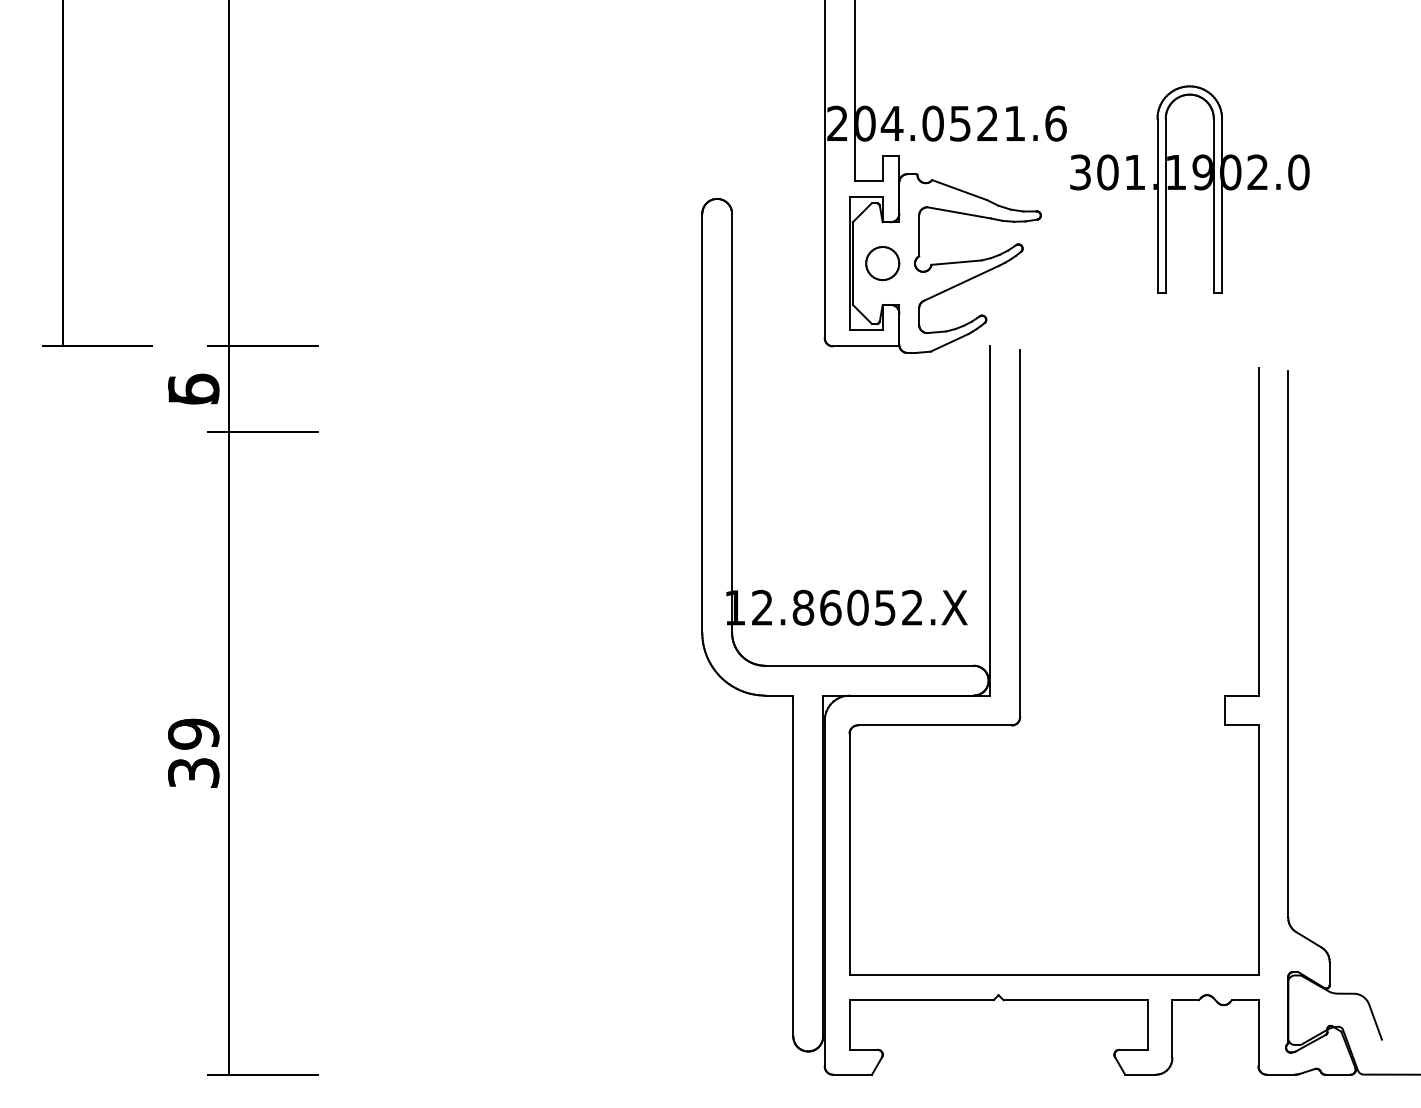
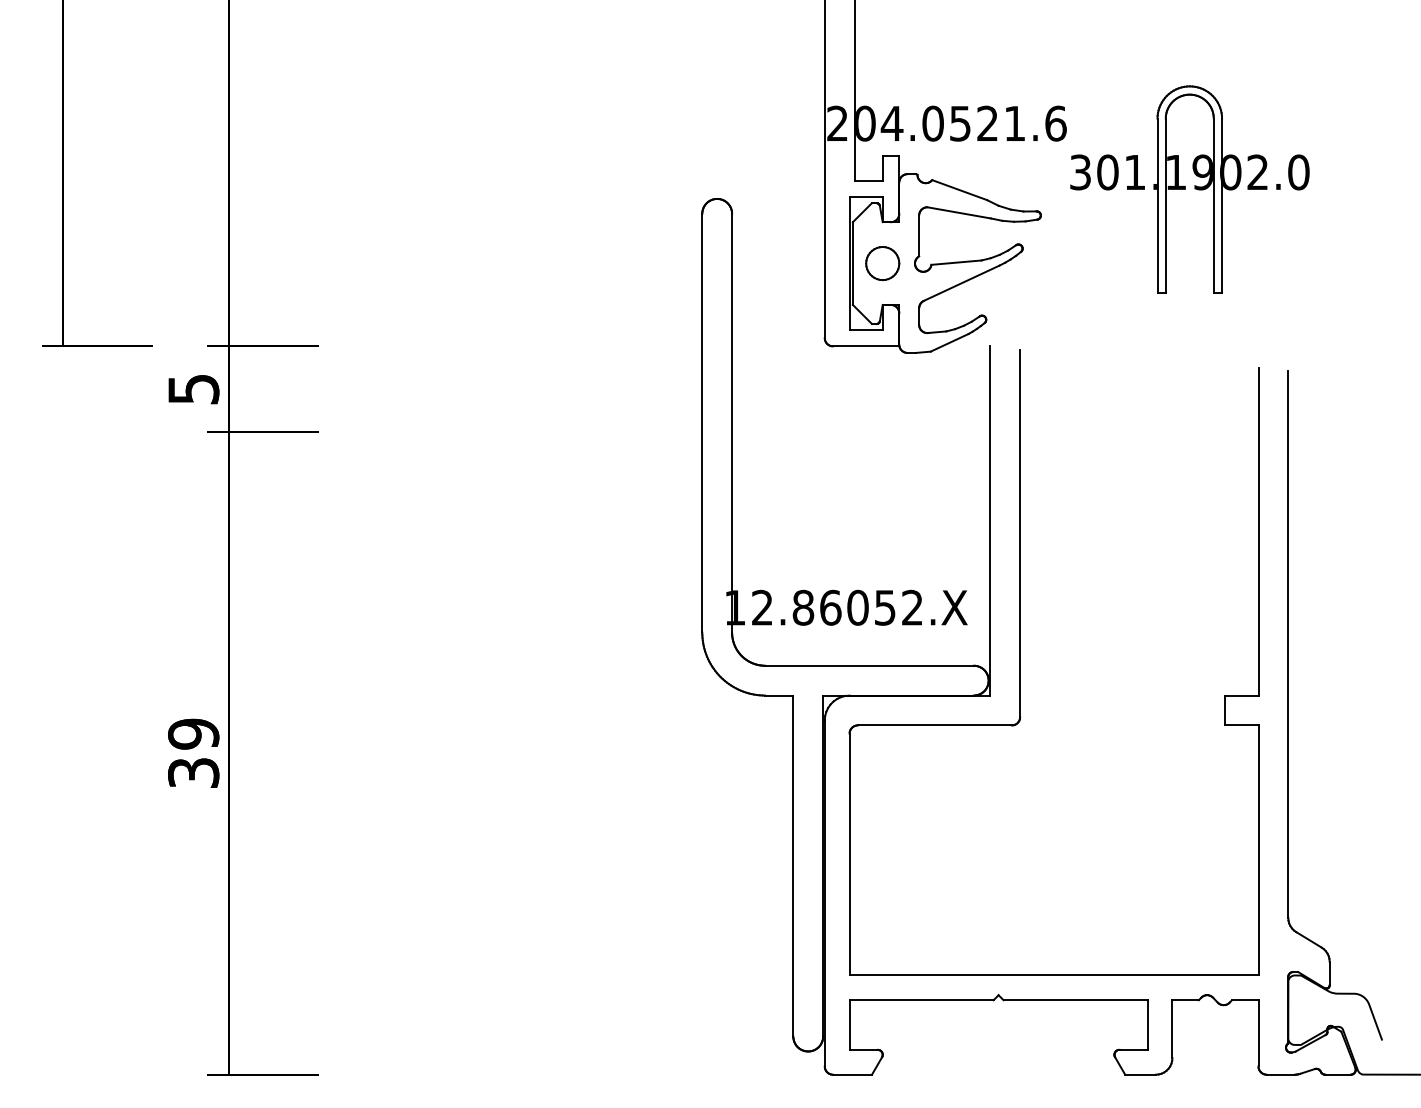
text at (193, 388): 6 -> 5
